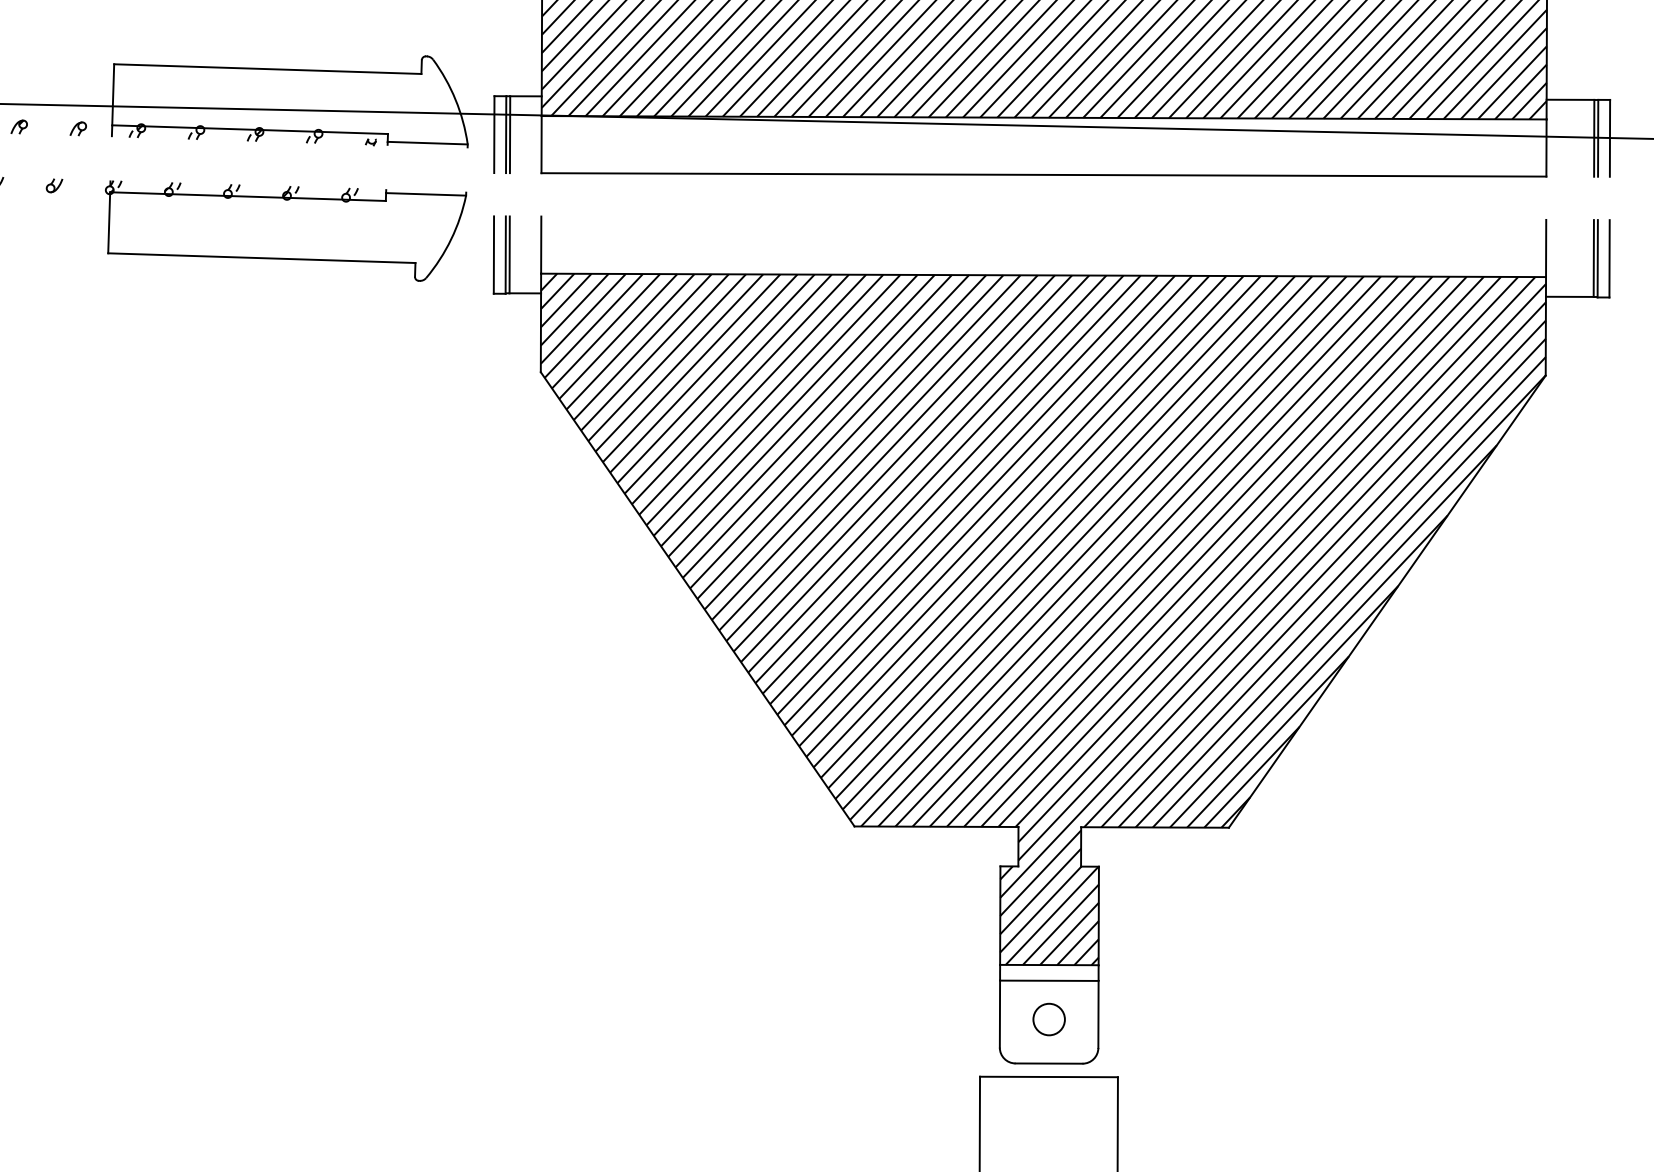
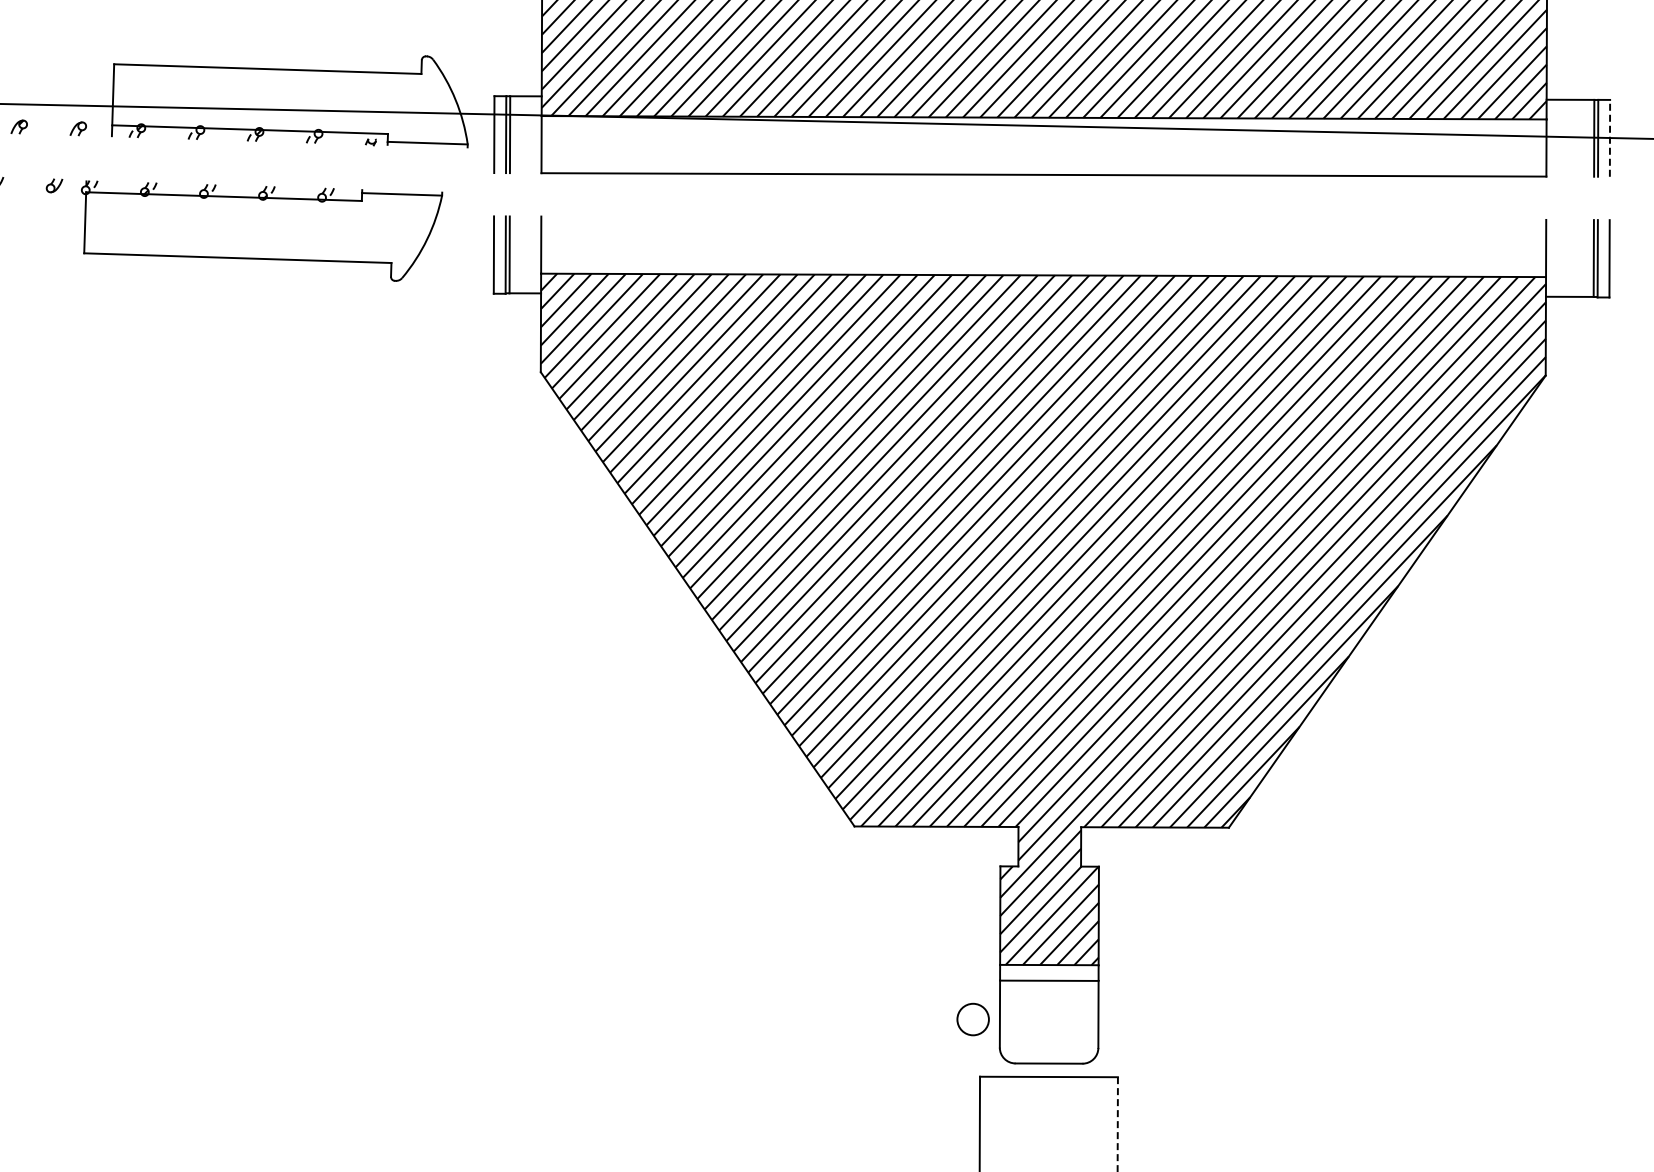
line at (1609, 137): solid -> dashed
part at (286, 230) position: (286, 230) -> (262, 230)
circle at (1048, 1019) position: (1048, 1019) -> (972, 1019)
line at (1117, 1124): solid -> dashed
